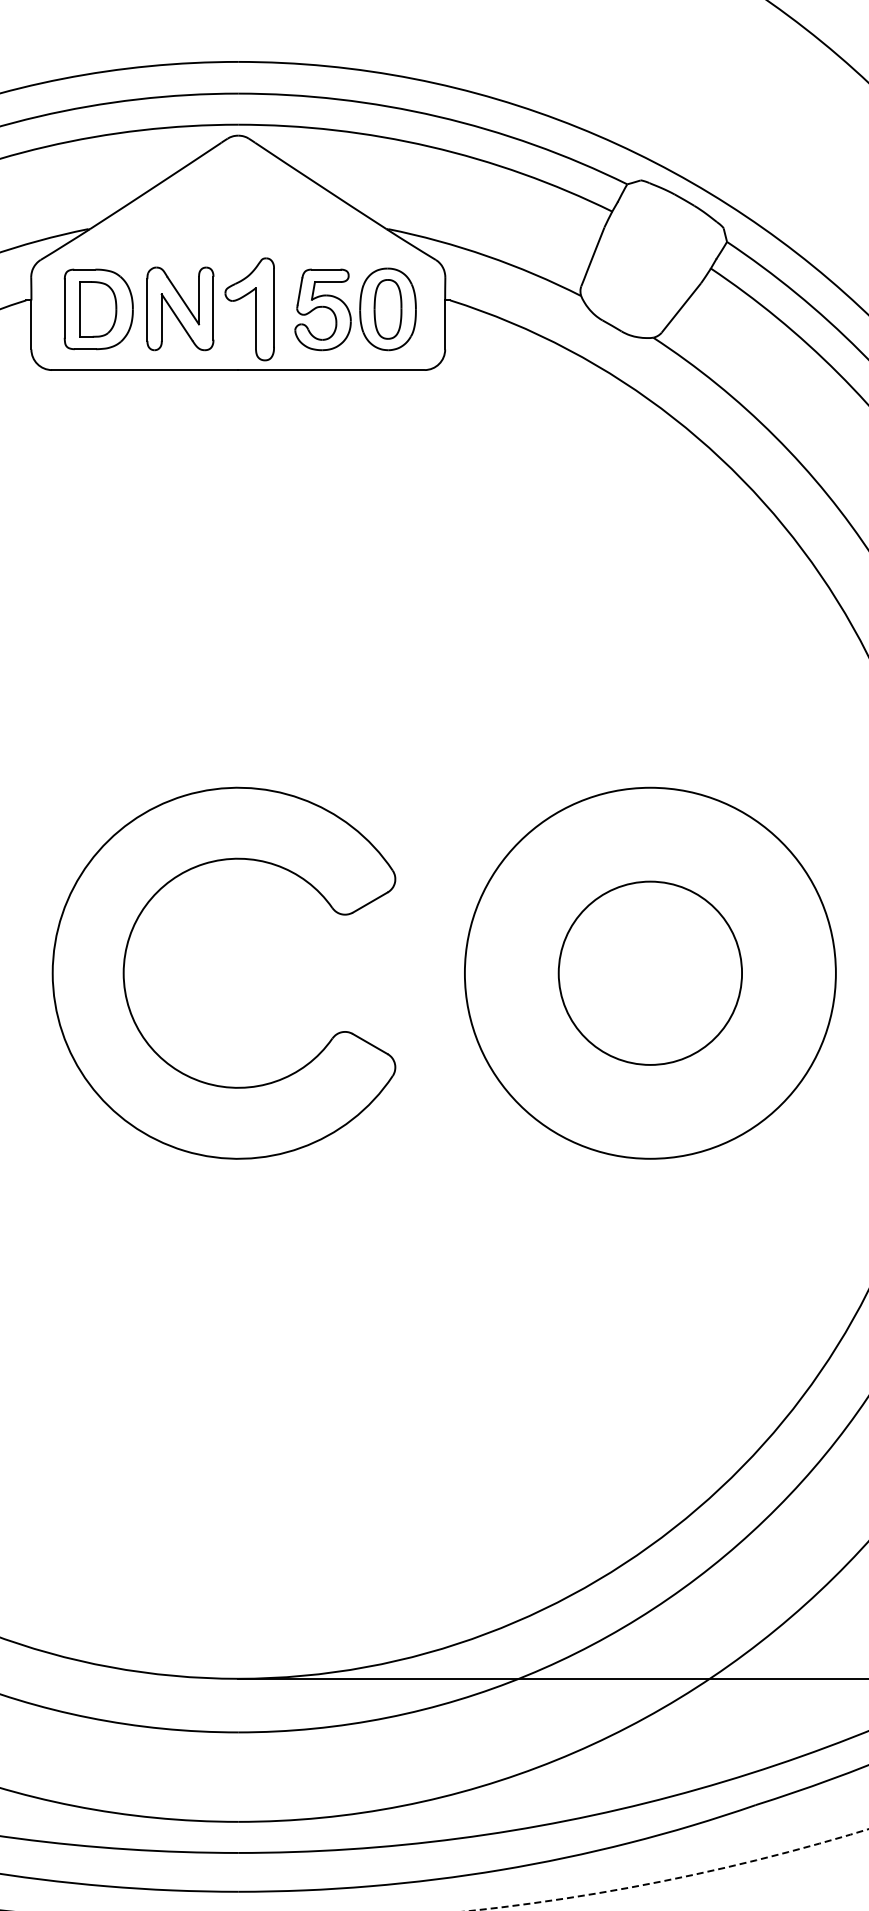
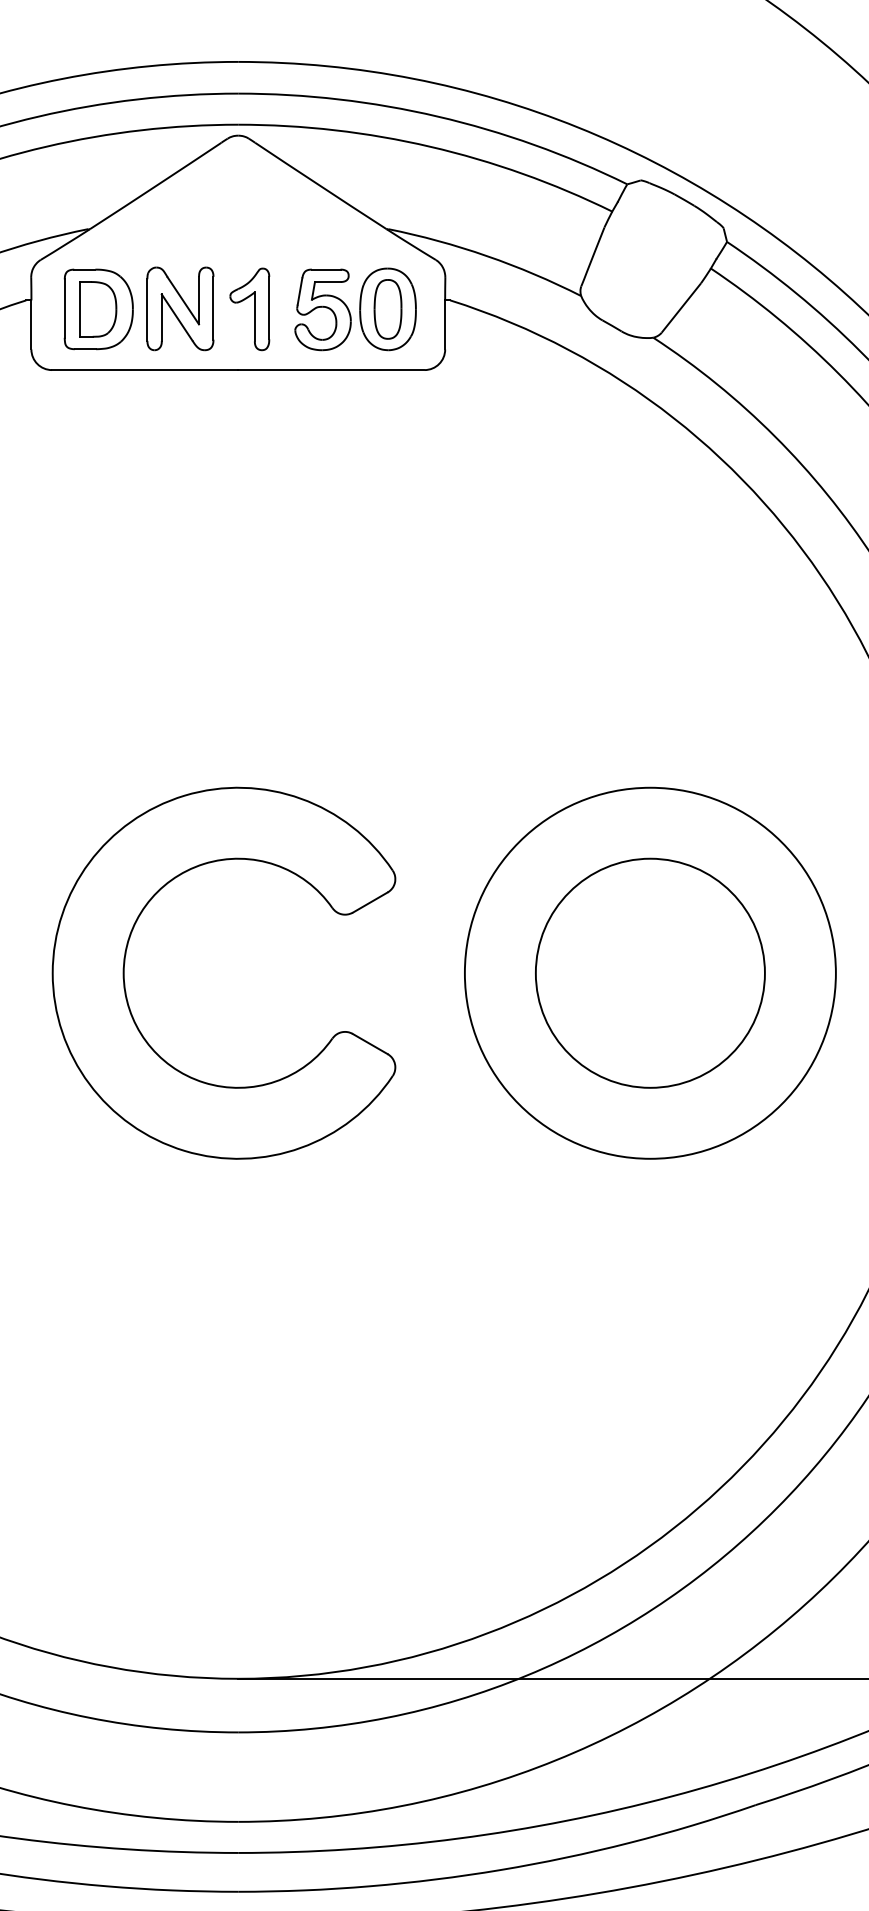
part at (249, 309) size: 51x105 px -> 42x85 px
circle at (650, 972) diameter: 183 px -> 229 px
arc at (672, 1879): dashed -> solid
